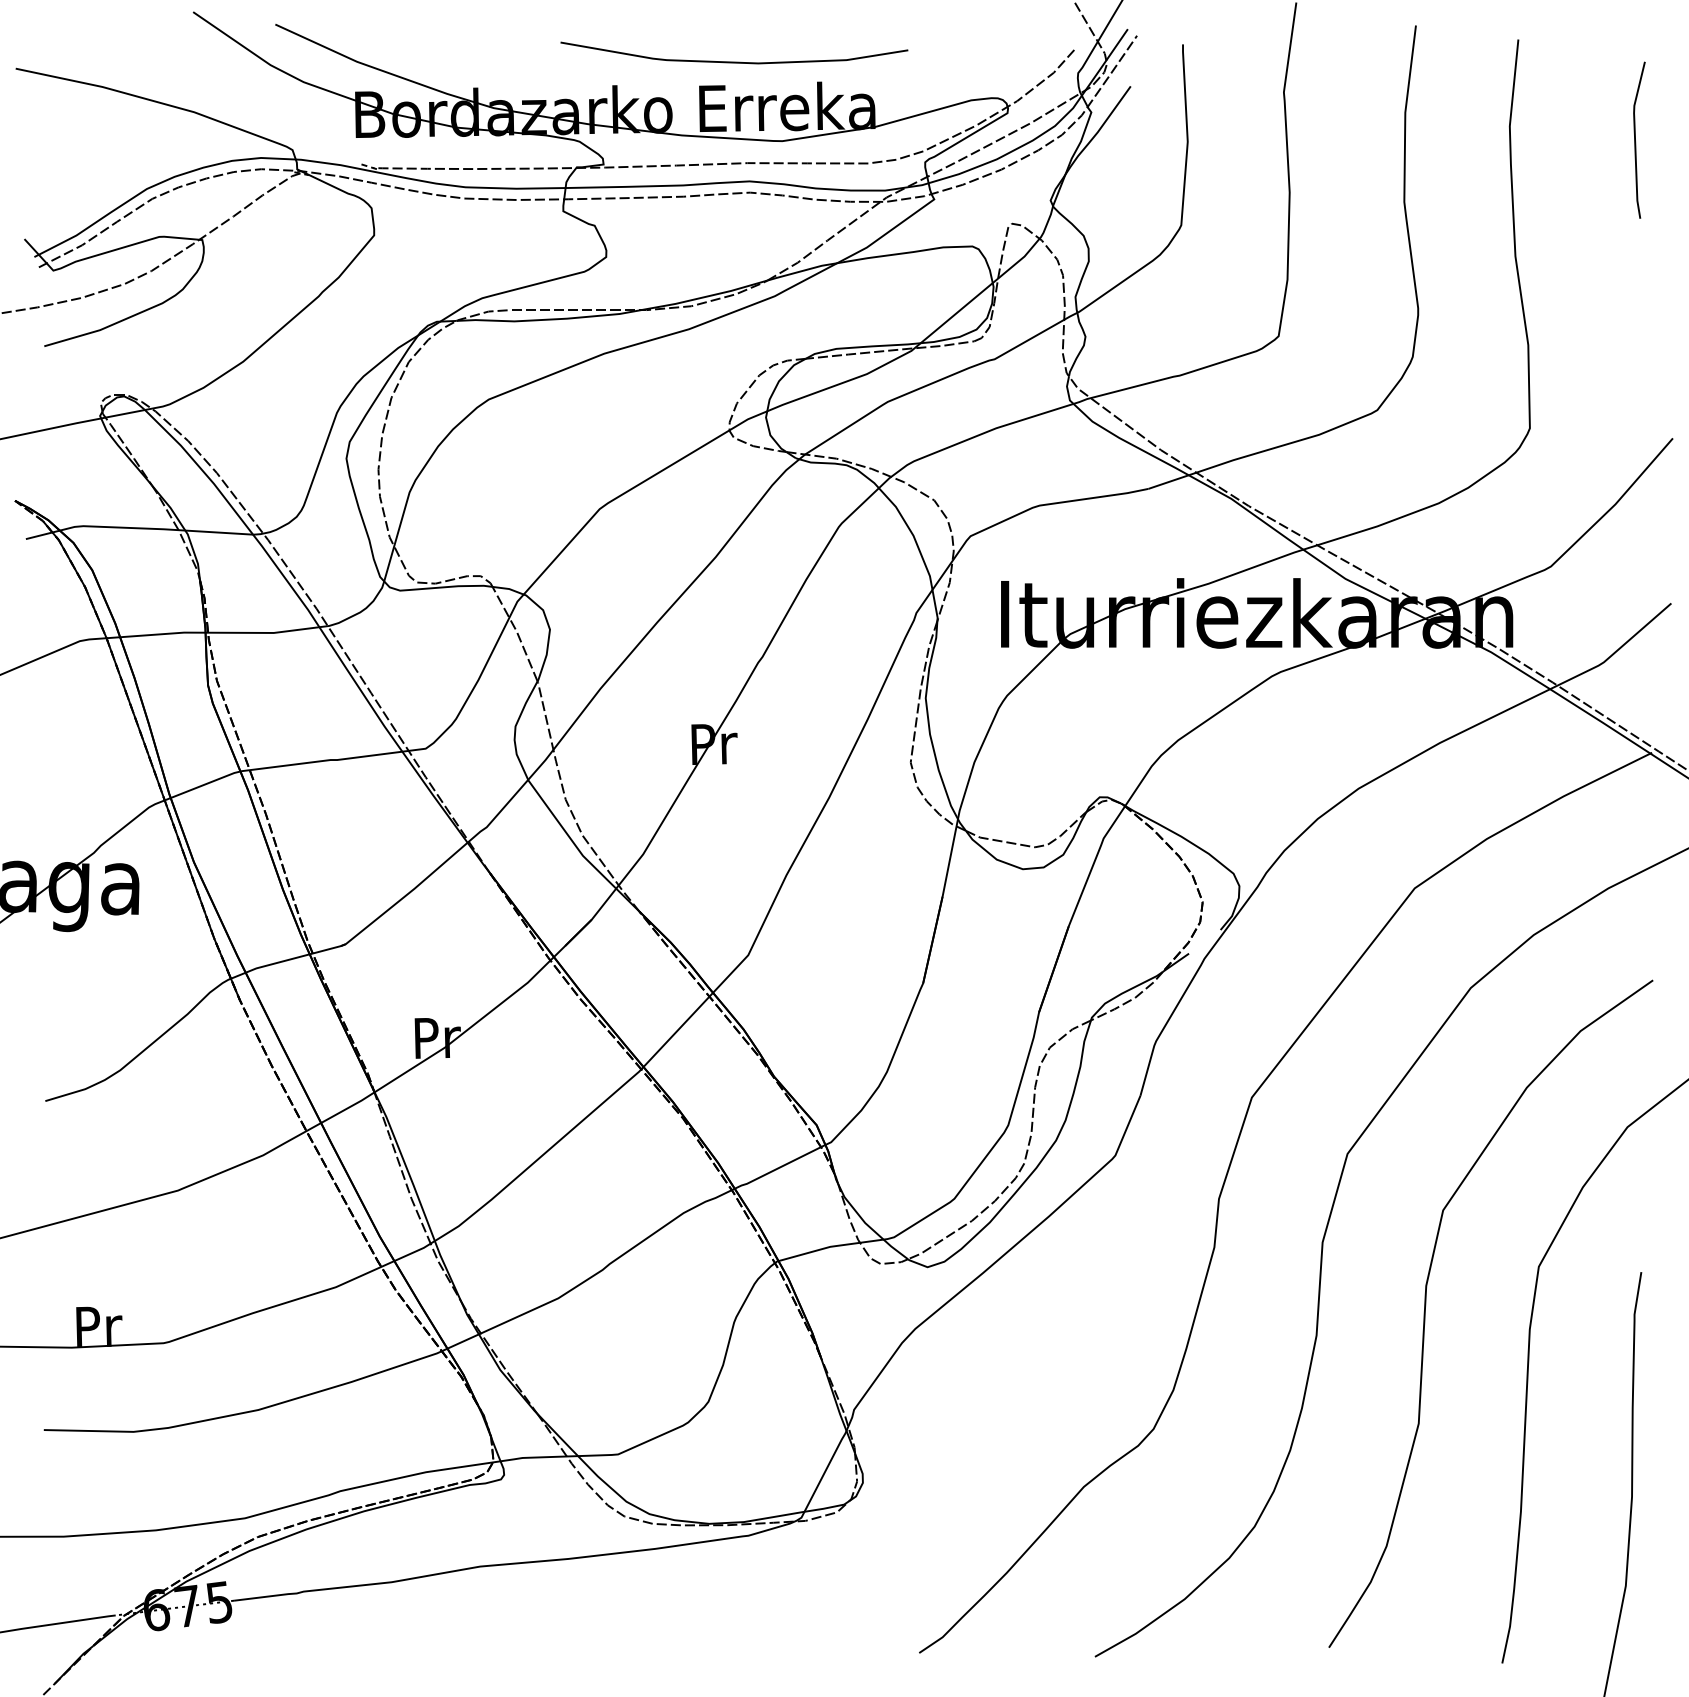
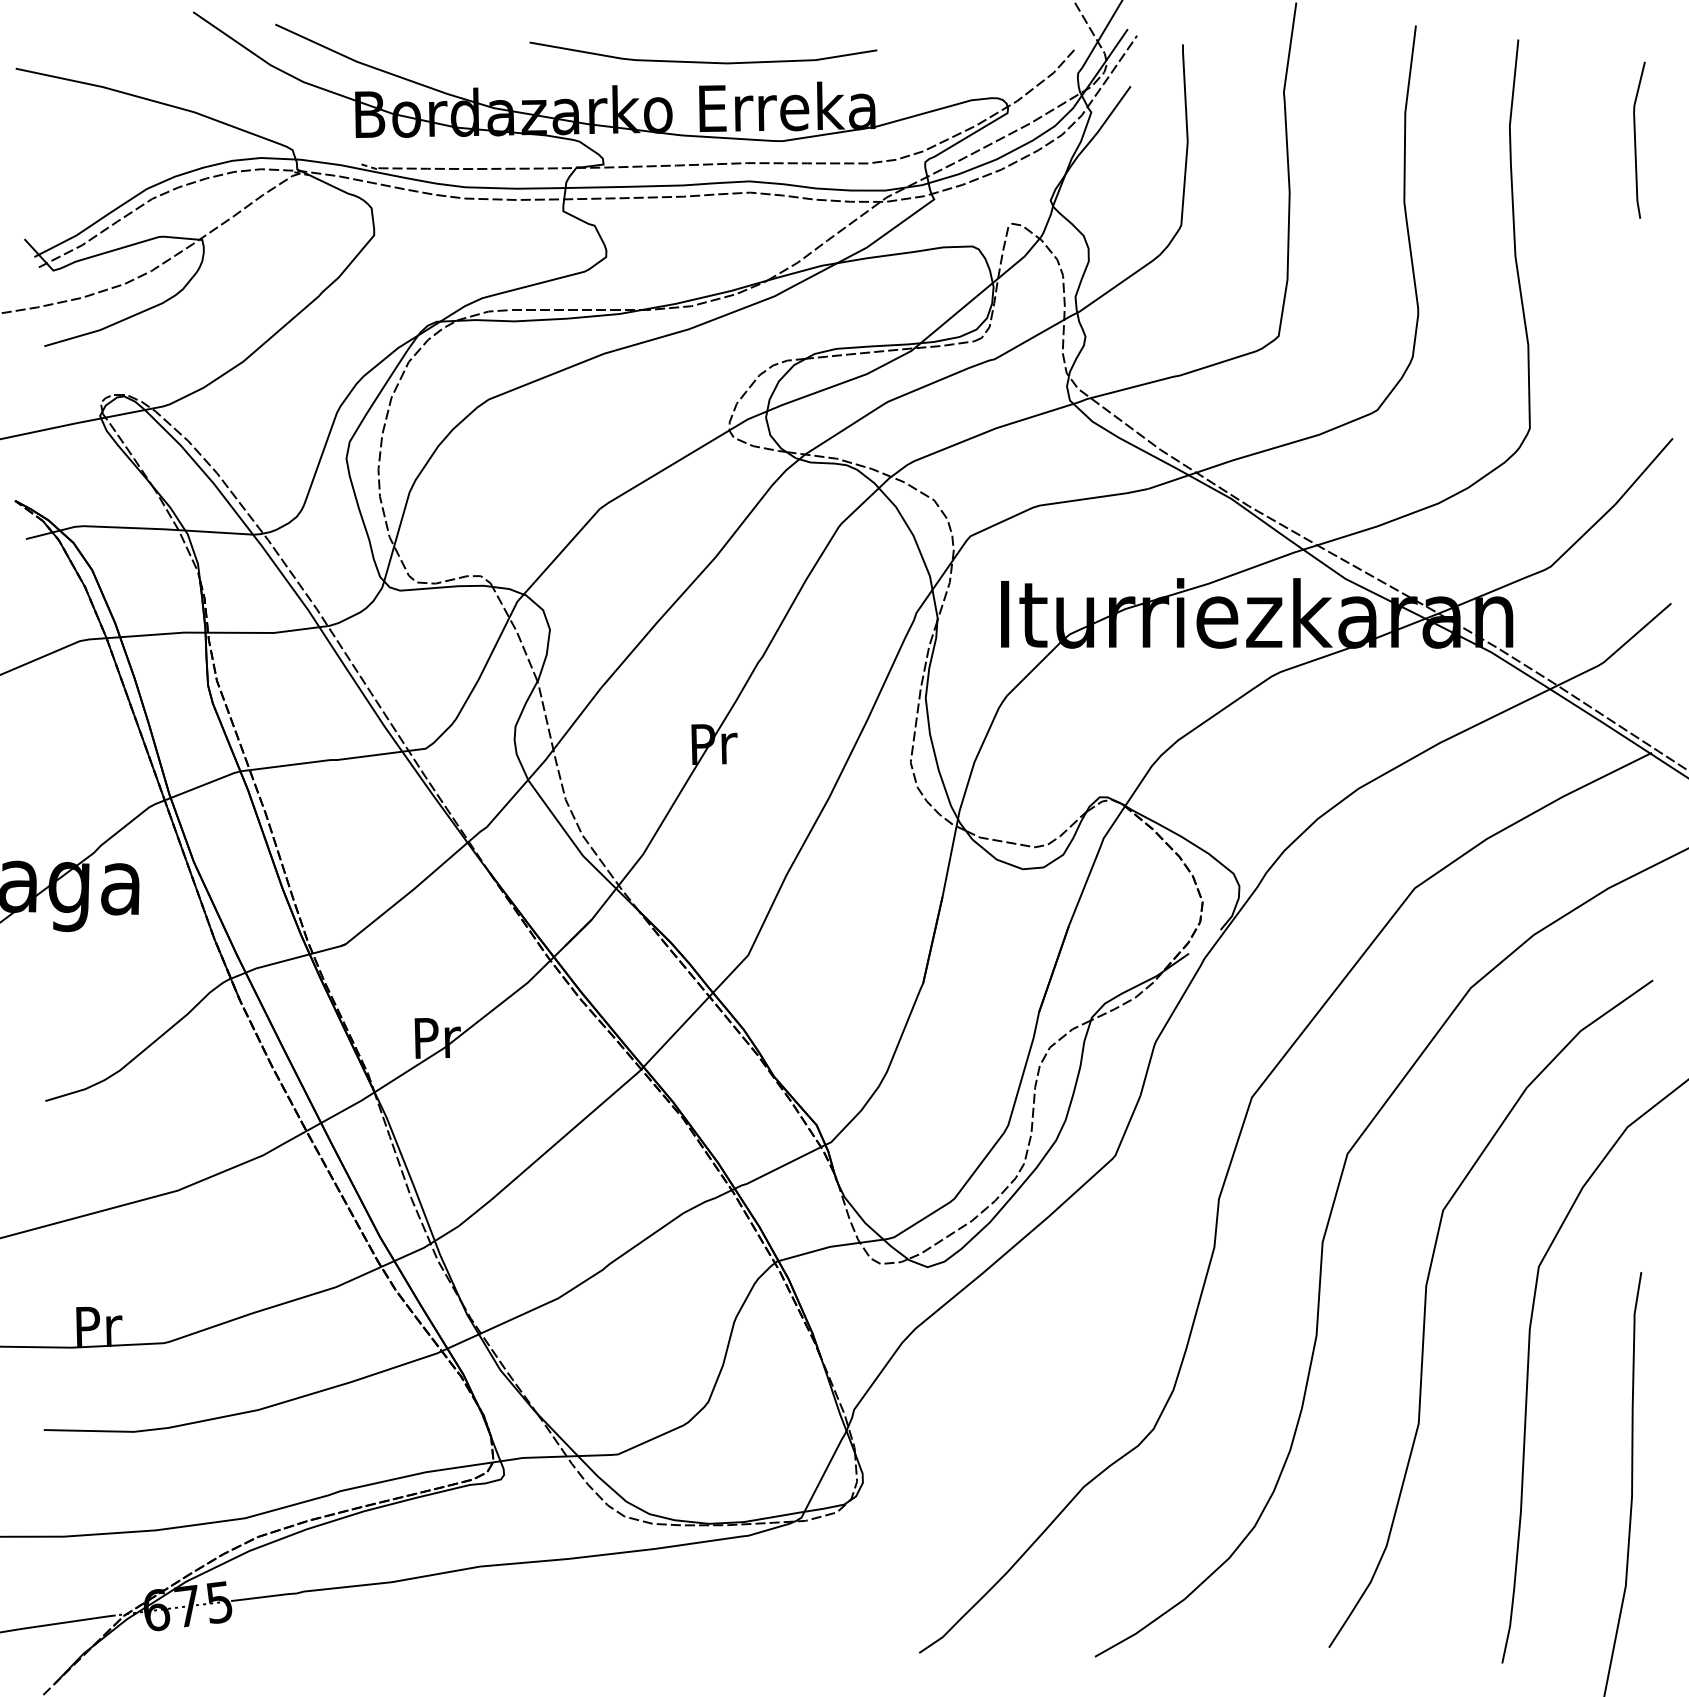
curve at (734, 61) position: (734, 61) -> (703, 61)
